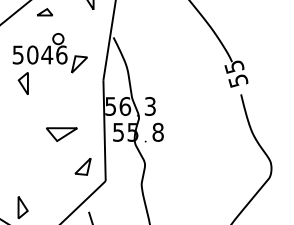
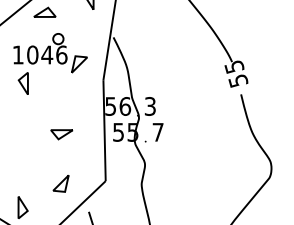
part at (44, 12) size: 16x9 px -> 24x12 px
text at (17, 54): 5046 -> 1046
text at (157, 131): 8 -> 7
part at (61, 134) size: 32x15 px -> 24x12 px
part at (82, 166) position: (82, 166) -> (60, 183)
